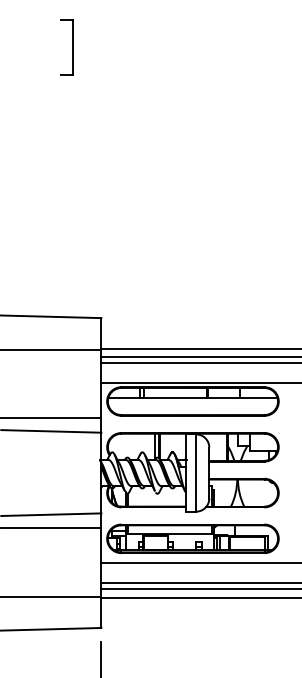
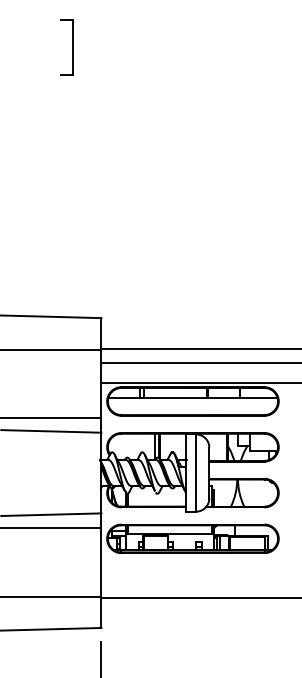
line at (199, 356): present -> none
line at (199, 562): present -> none
line at (199, 583): present -> none
line at (199, 589): present -> none
